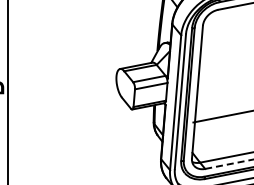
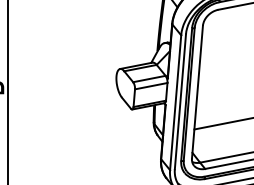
line at (221, 116) position: (221, 116) -> (222, 123)
line at (229, 164): dashed -> solid
